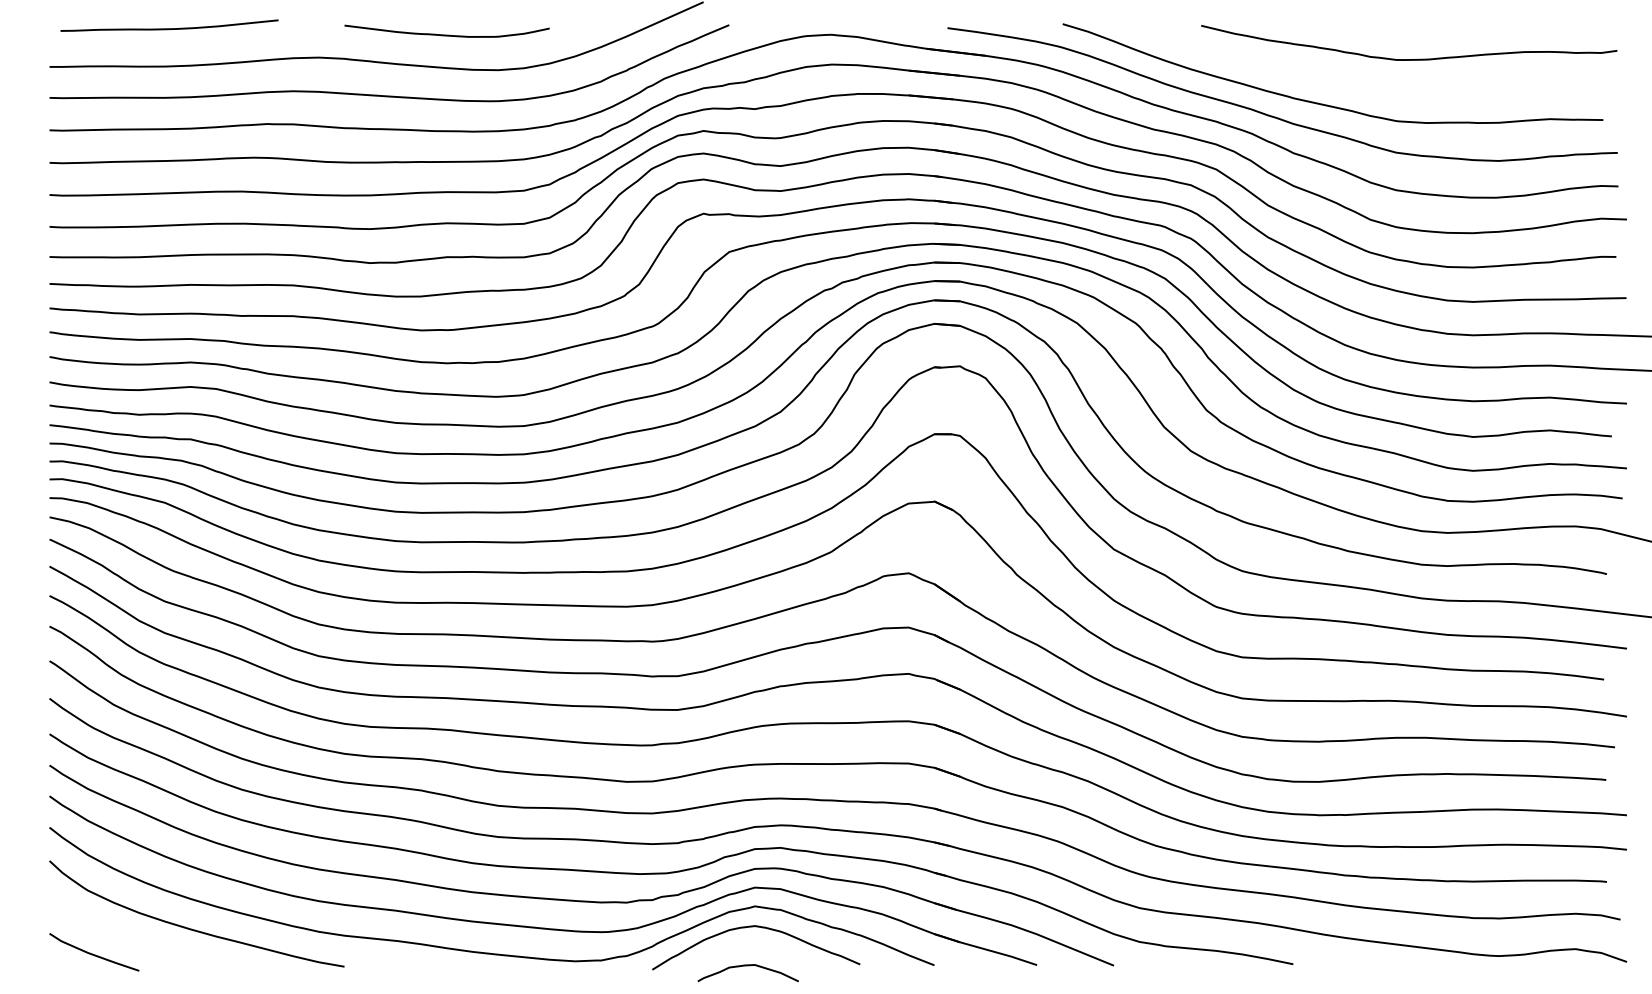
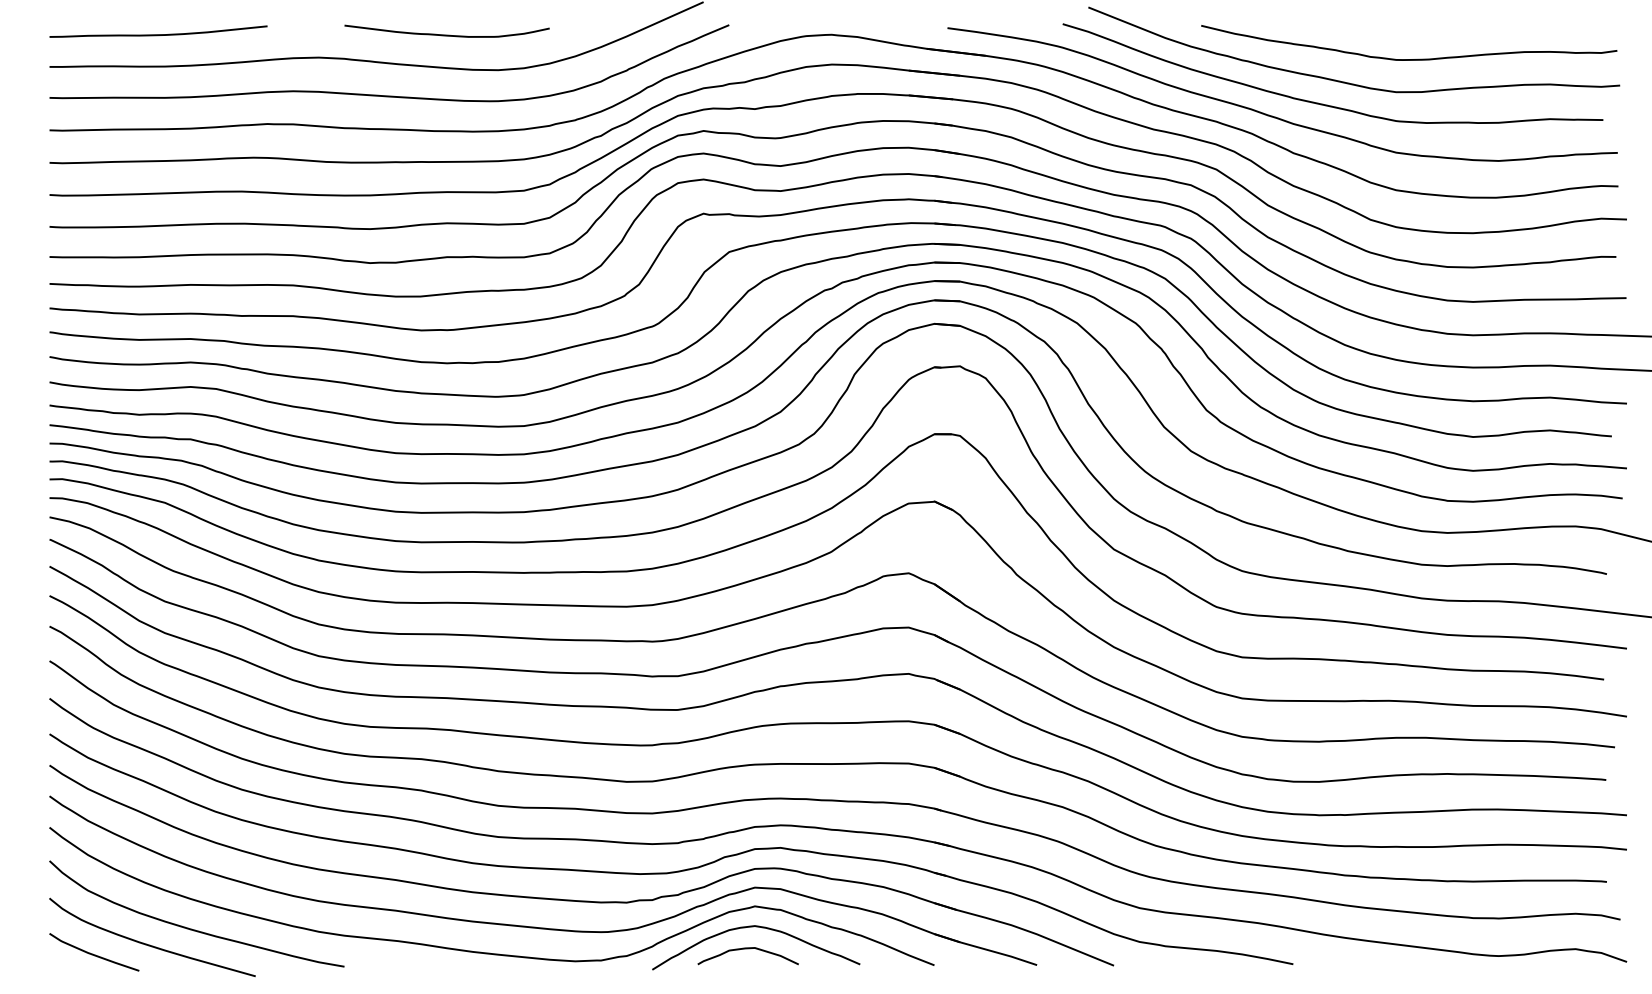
curve at (169, 28) position: (169, 28) -> (158, 34)
curve at (1349, 82): none -> present
curve at (149, 944): none -> present
curve at (747, 966) position: (747, 966) -> (747, 949)
